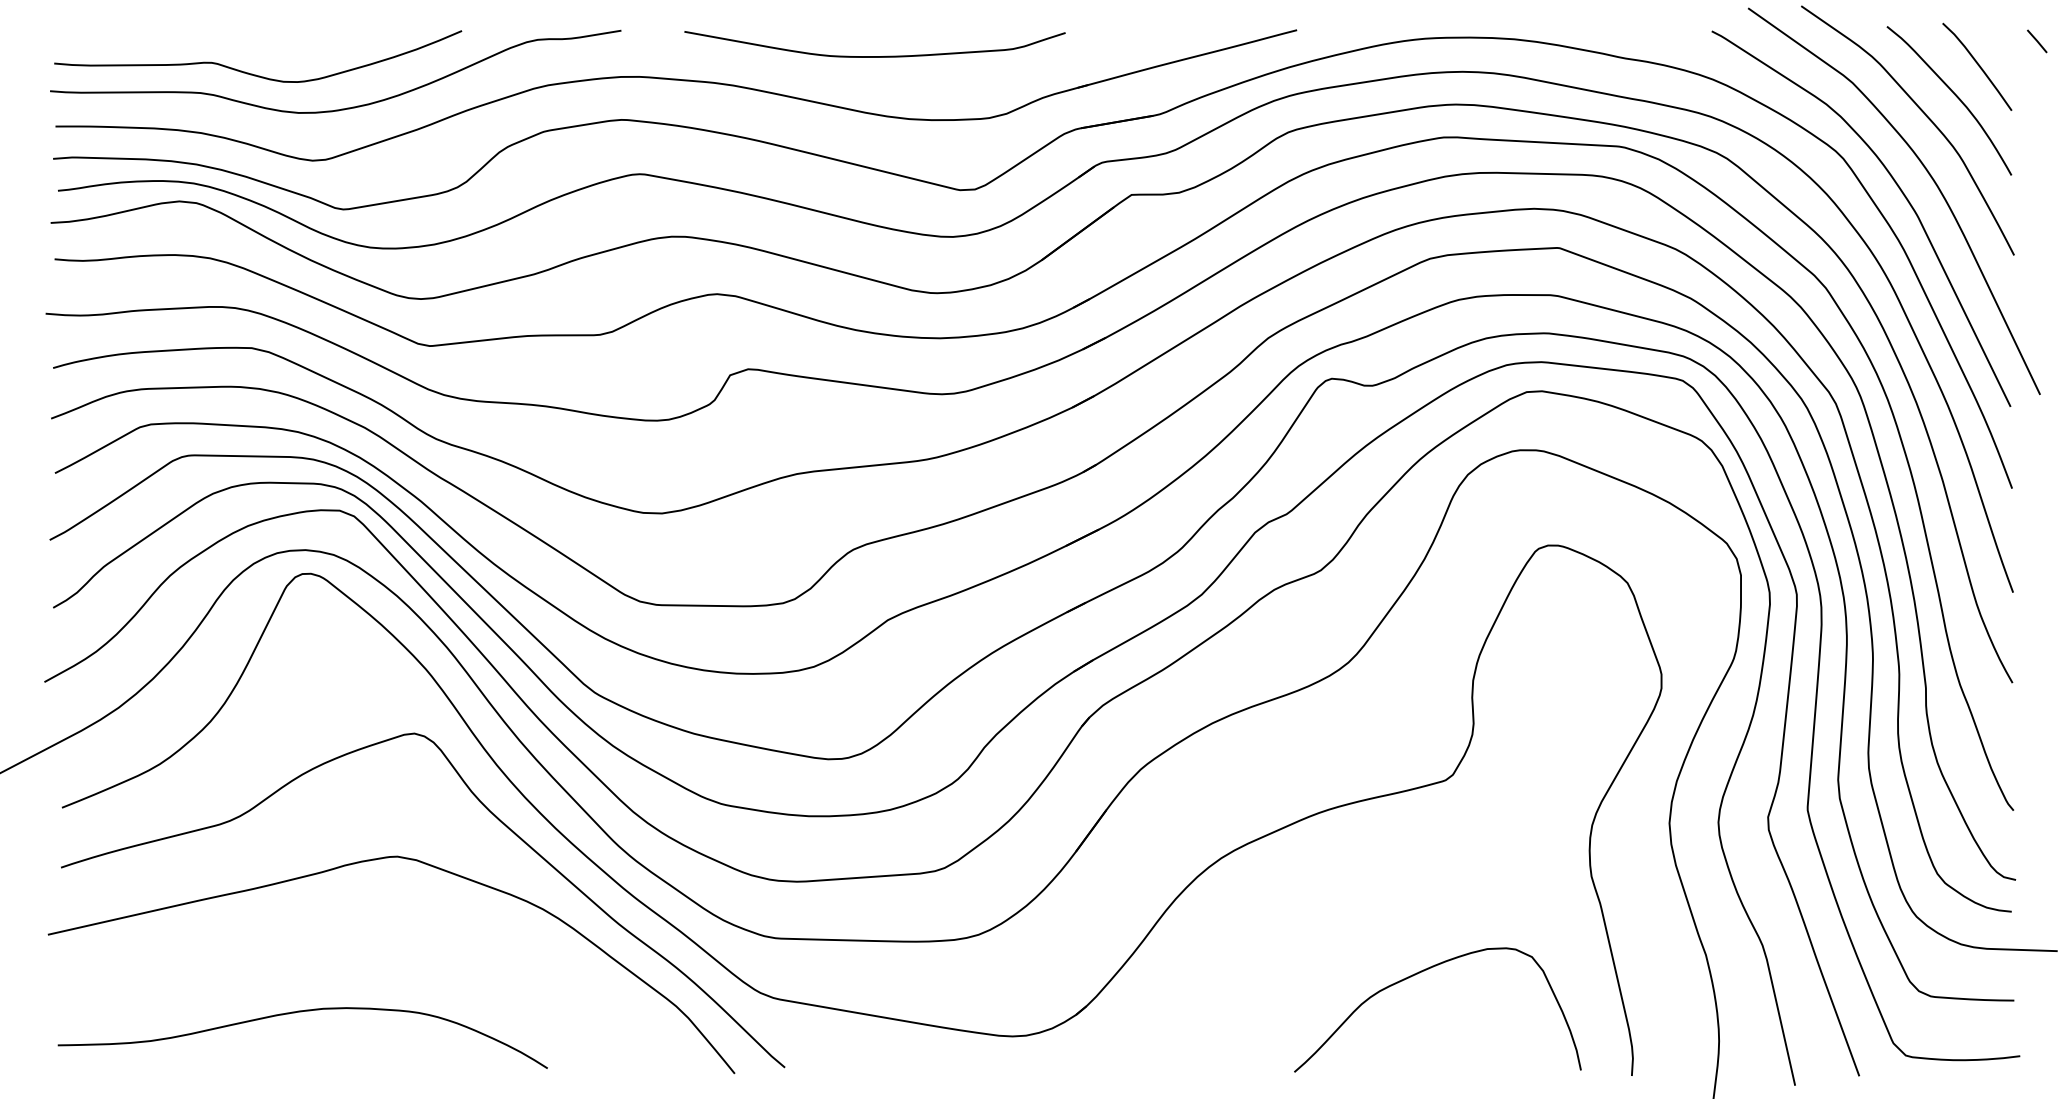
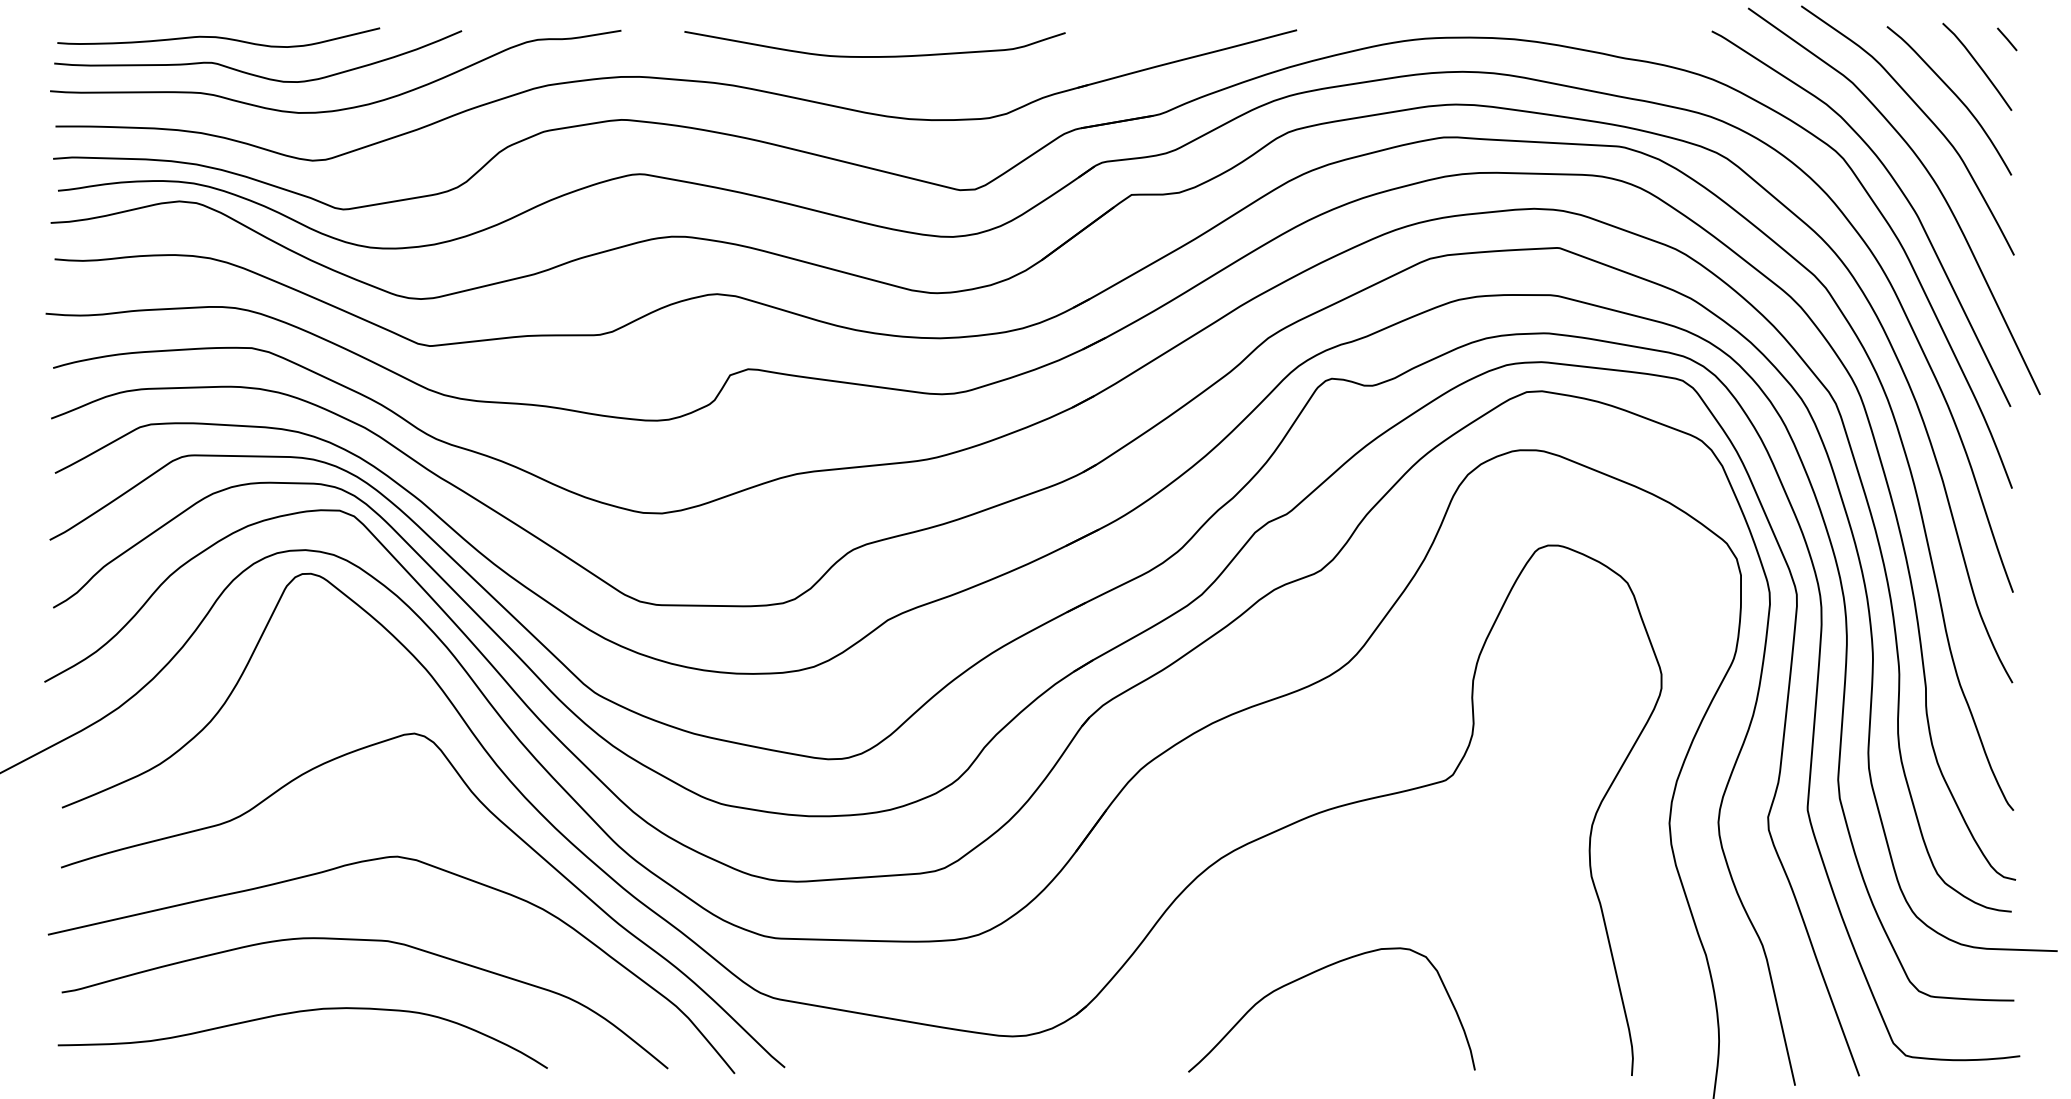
curve at (218, 37): none -> present
line at (2037, 41) position: (2037, 41) -> (2007, 39)
curve at (369, 941): none -> present
curve at (1422, 972) position: (1422, 972) -> (1316, 972)
